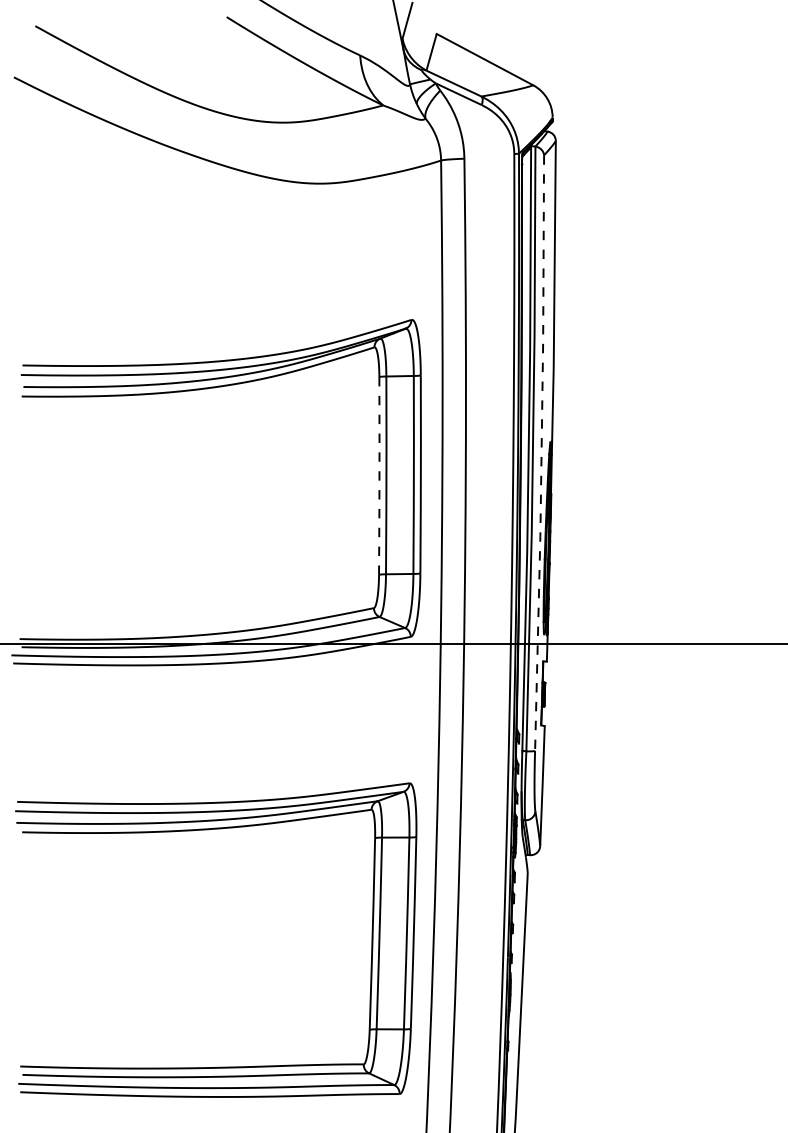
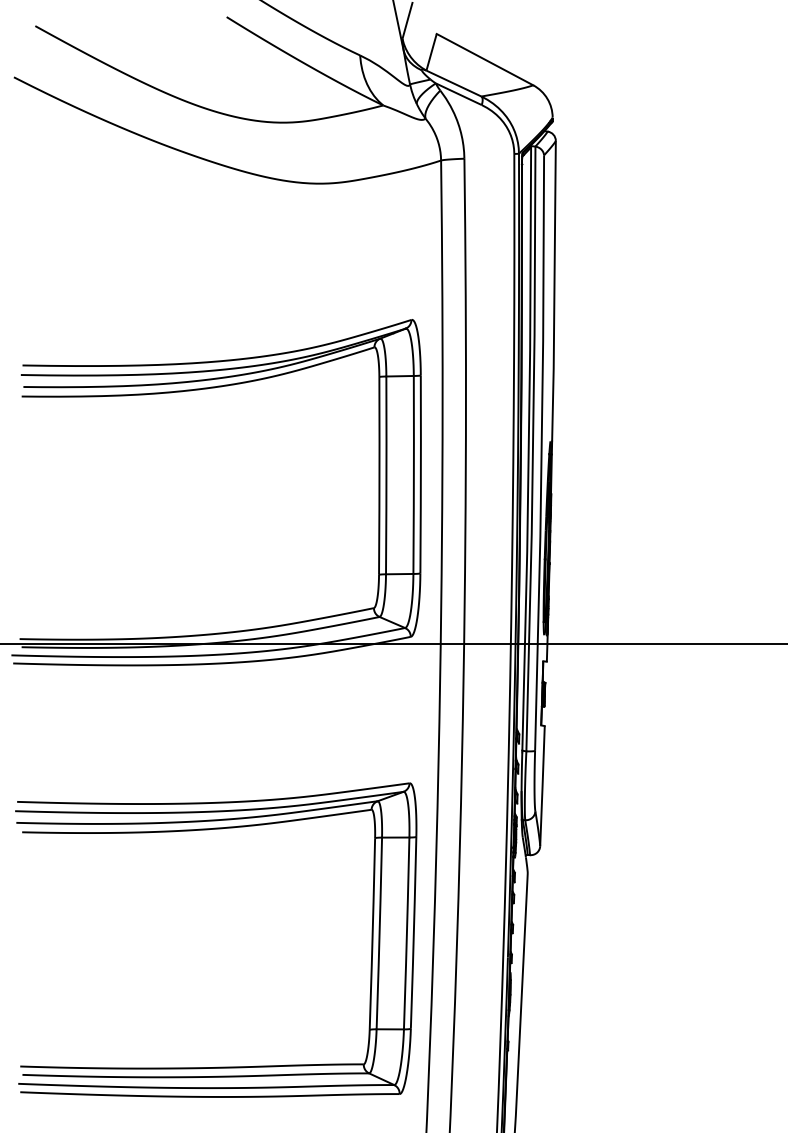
line at (541, 454): dashed -> solid
line at (379, 475): dashed -> solid
